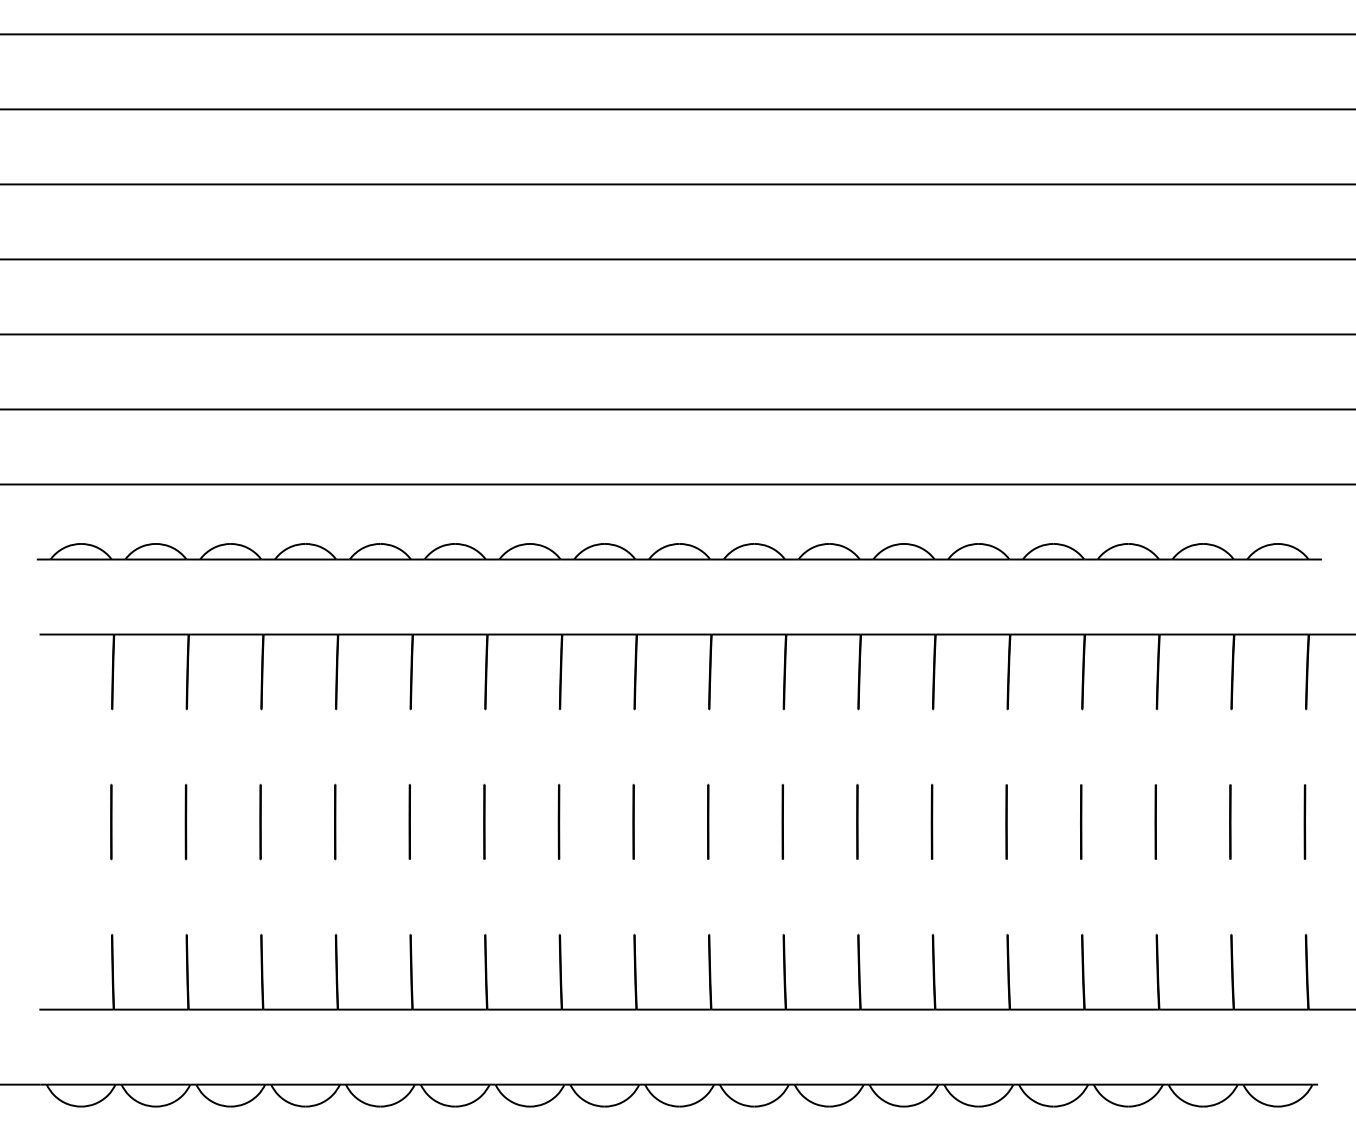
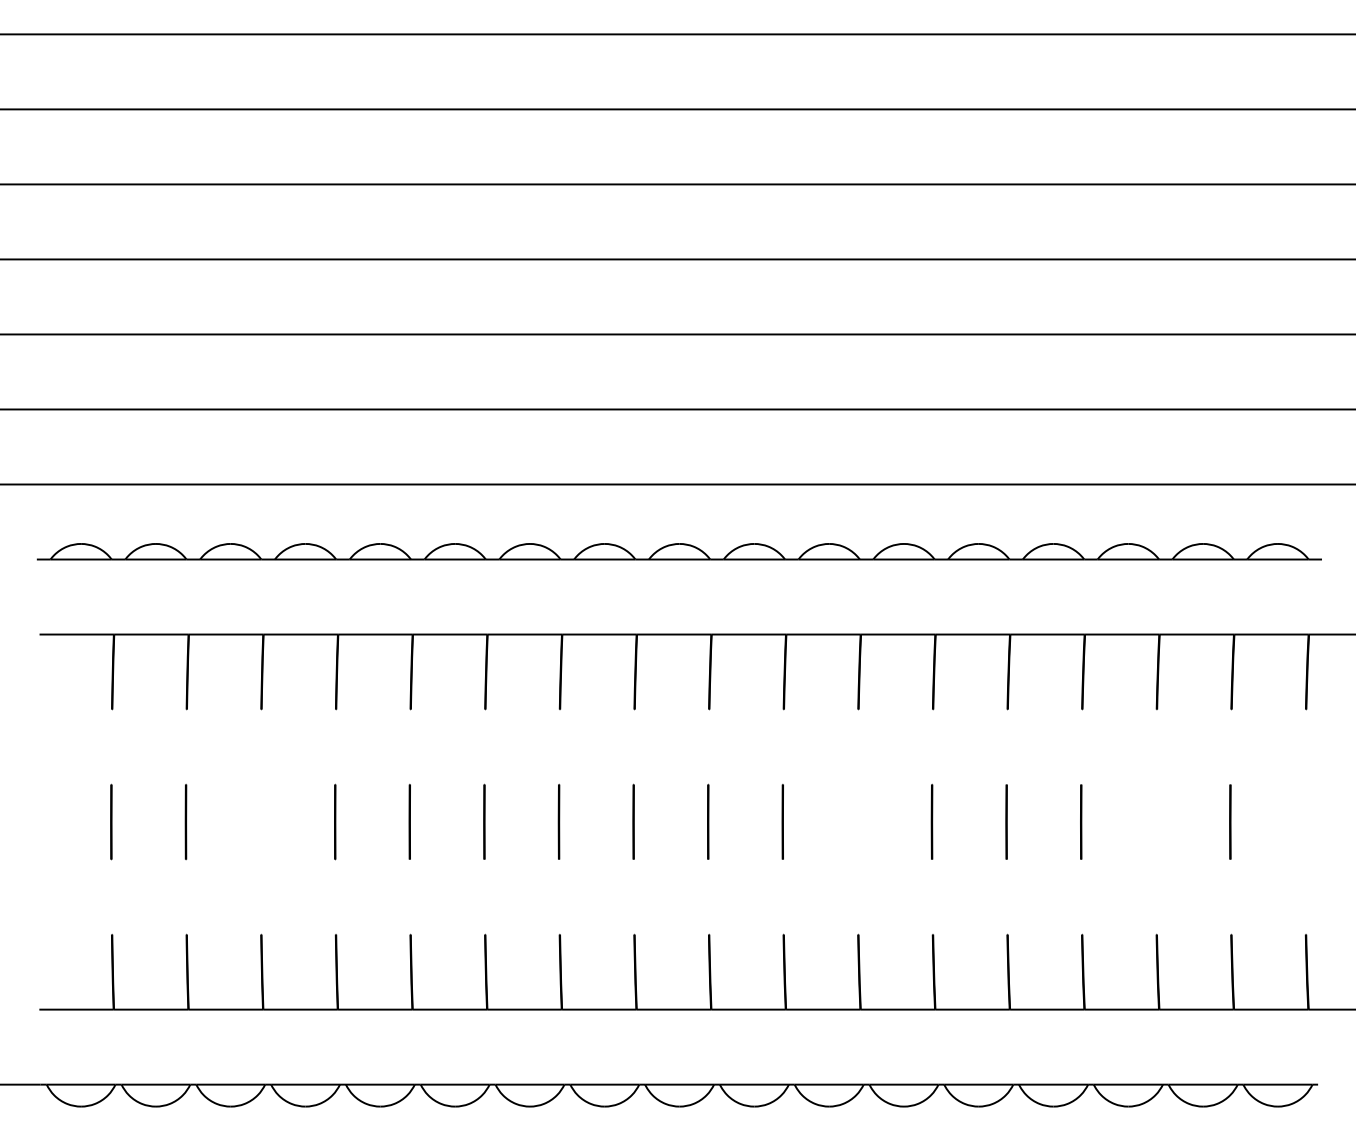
line at (260, 821): present -> none
line at (857, 821): present -> none
line at (1155, 821): present -> none
line at (1304, 821): present -> none
